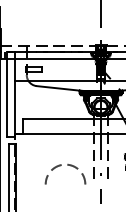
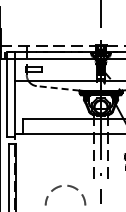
line at (57, 88): solid -> dashed
arc at (67, 165) position: (67, 165) -> (67, 186)
